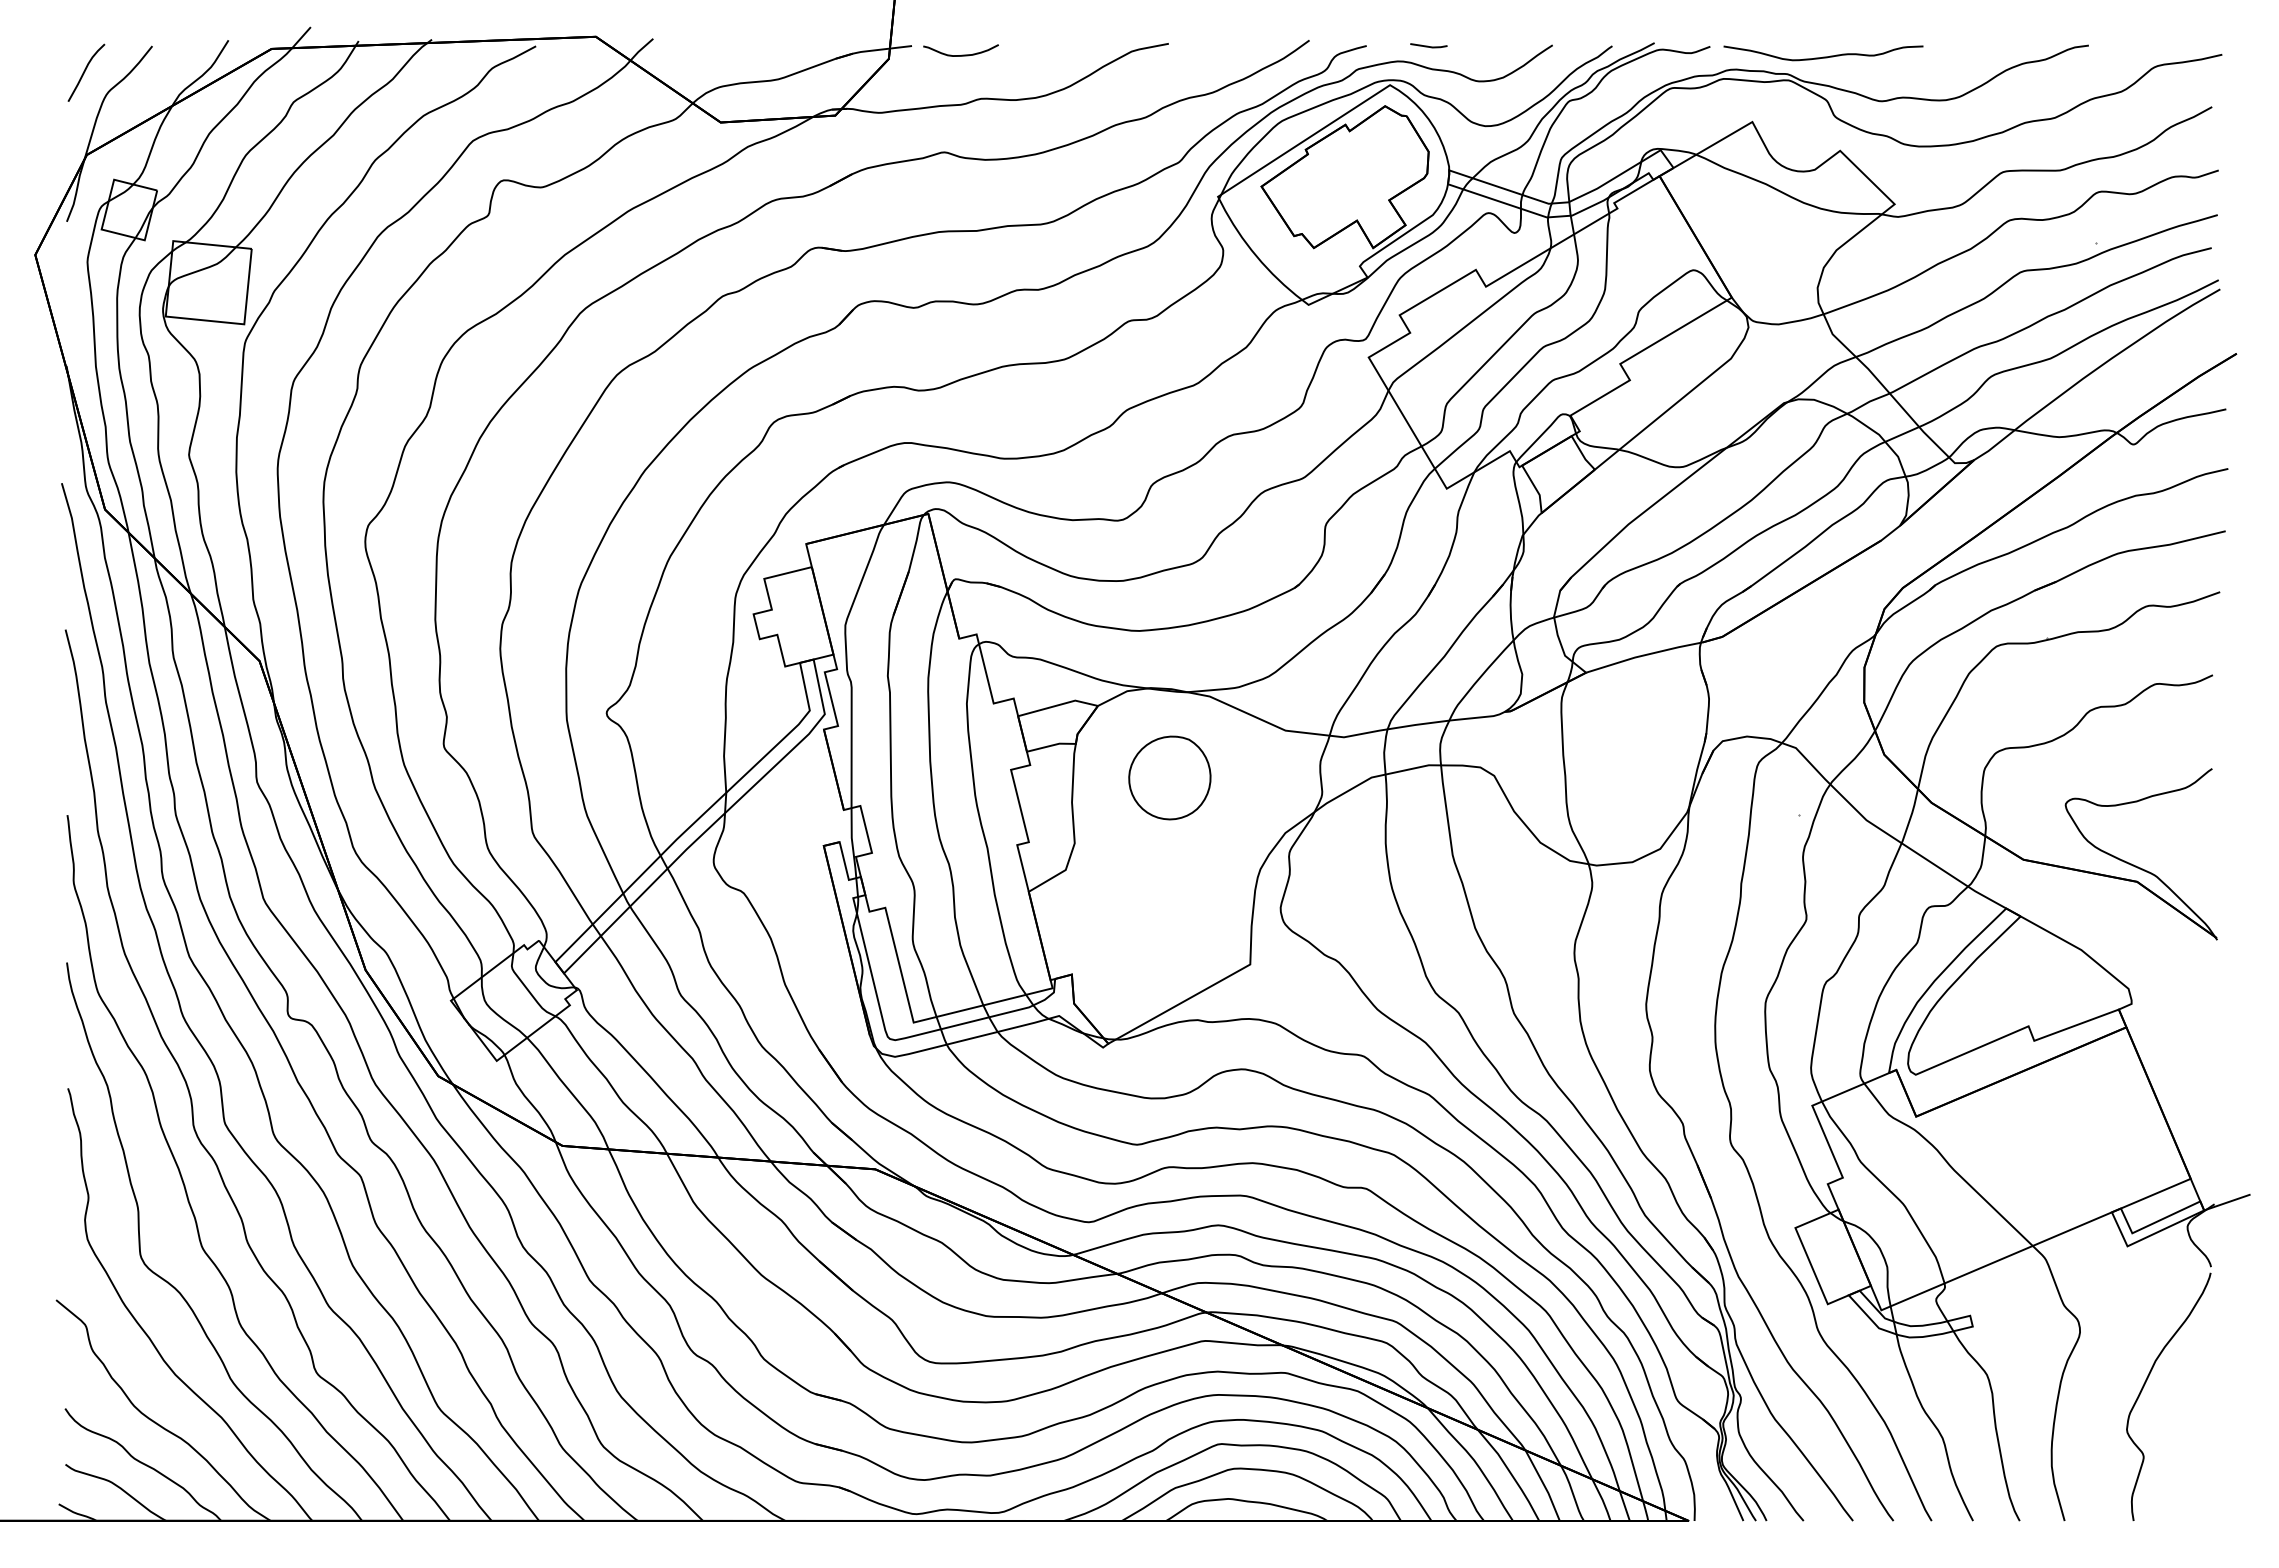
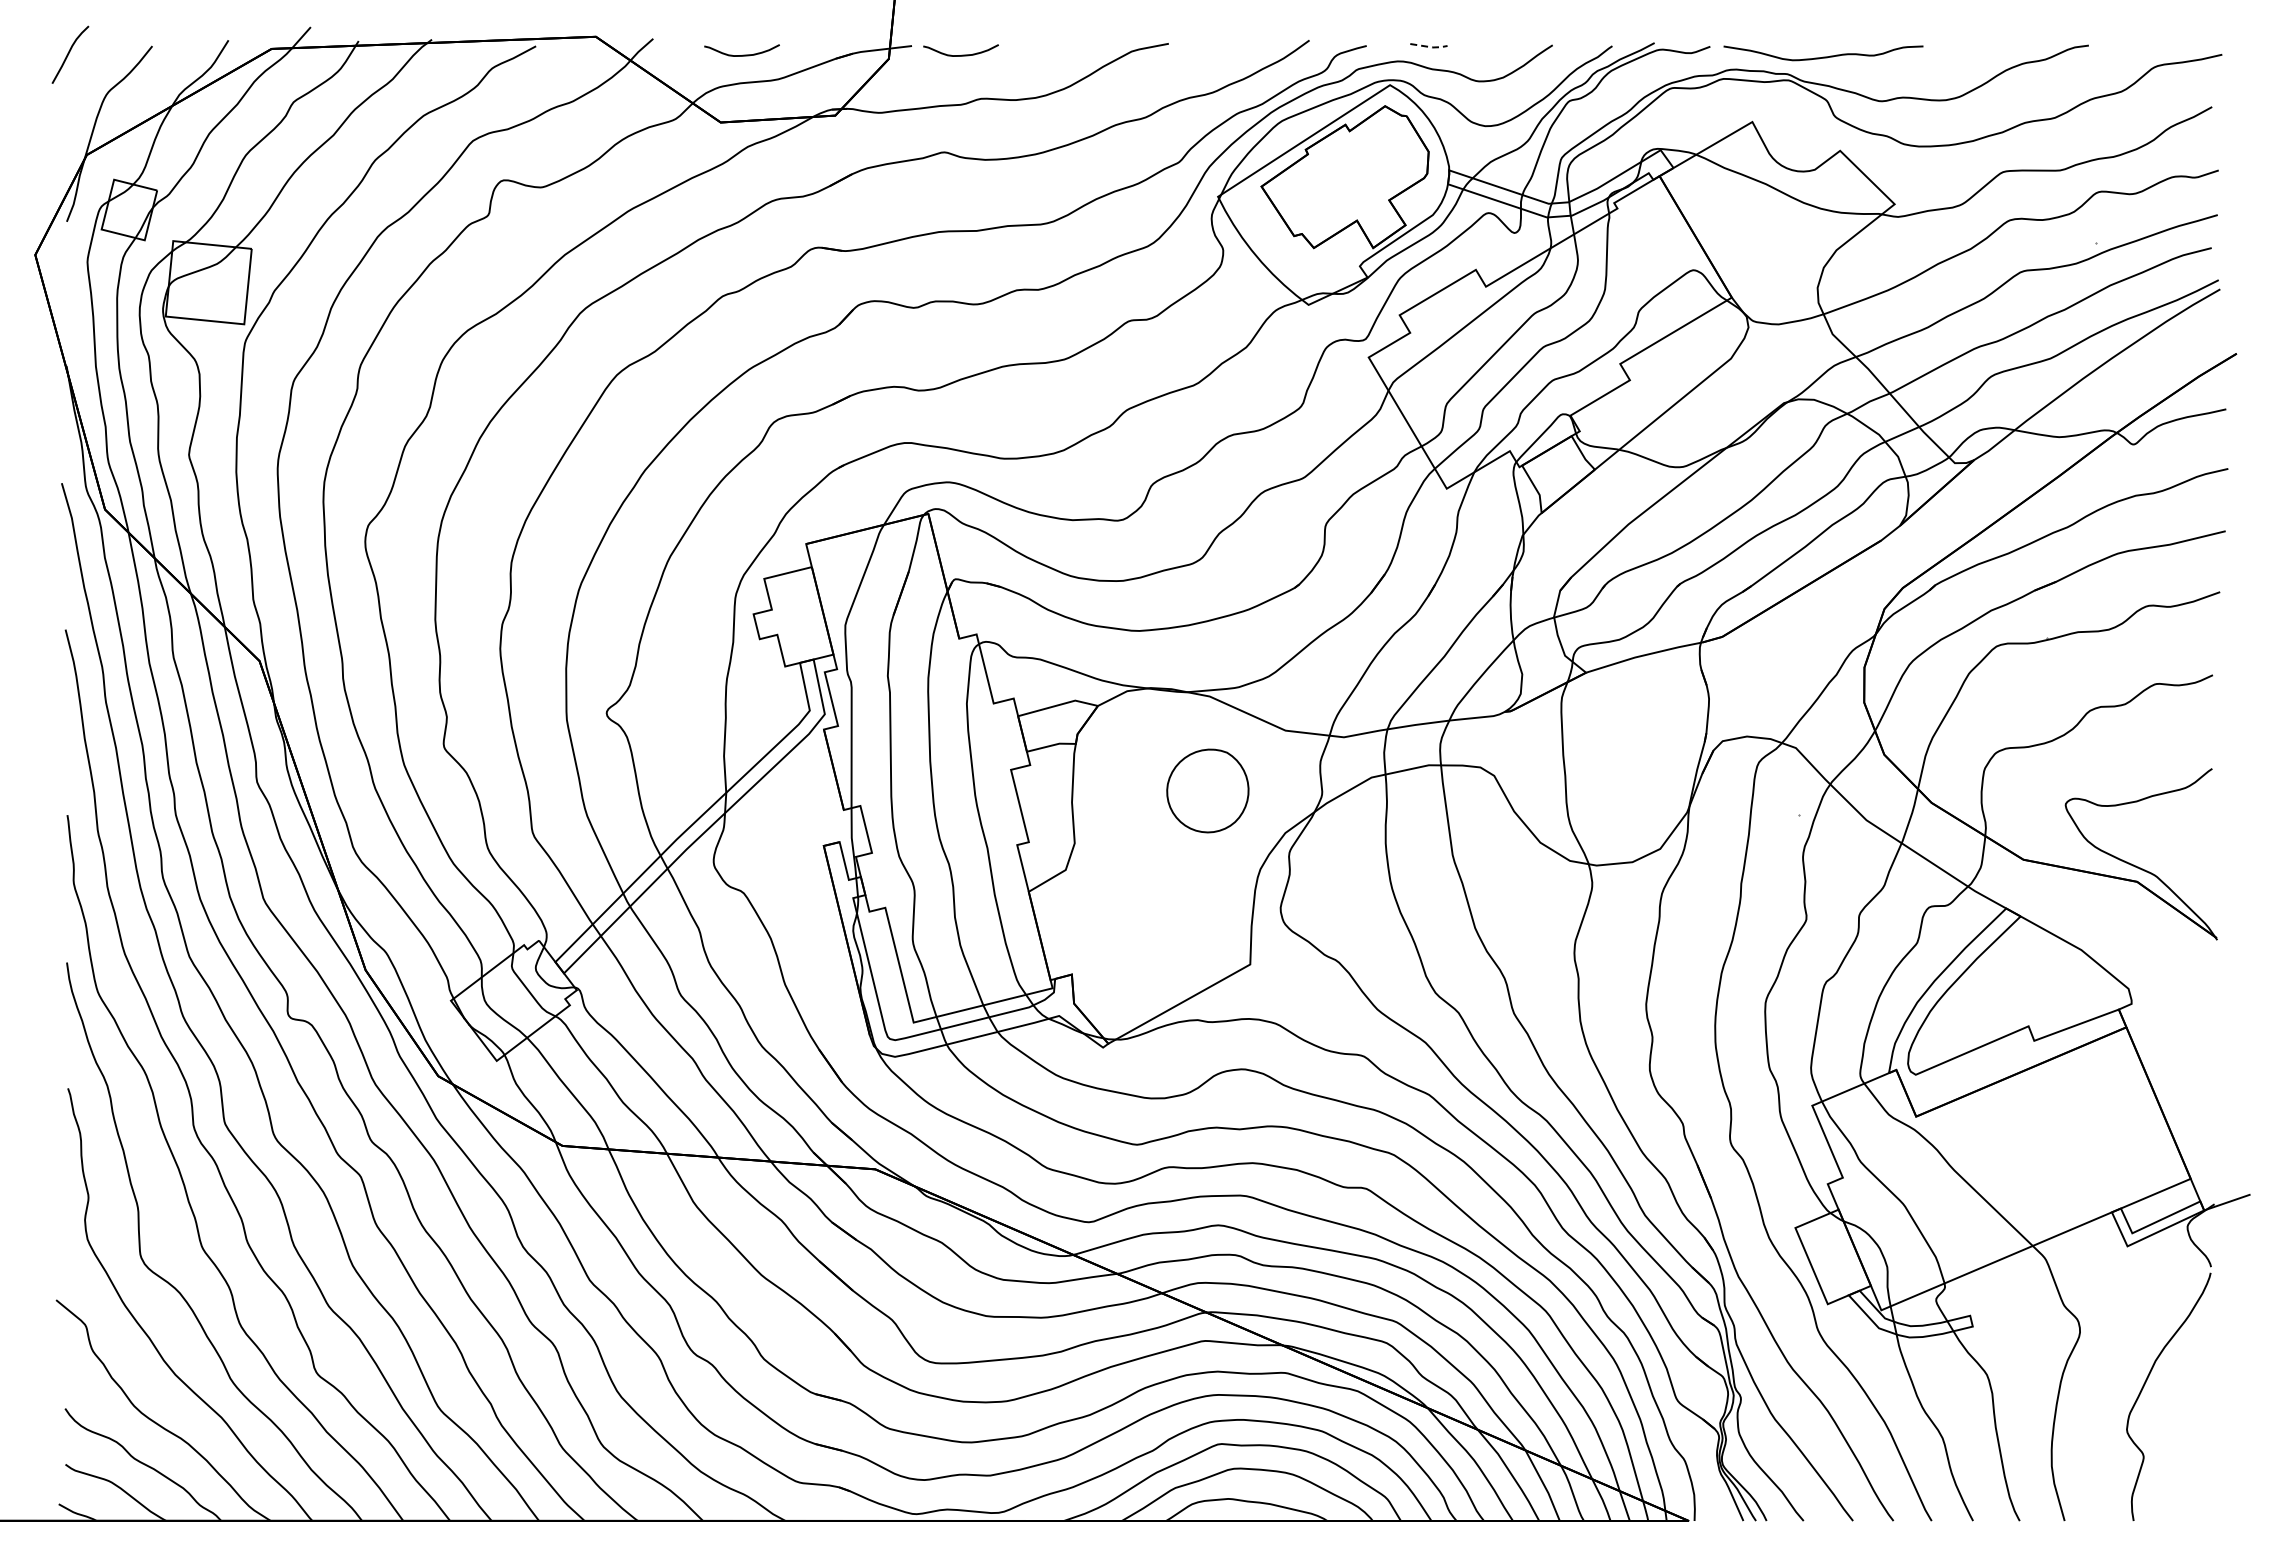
line at (1430, 47): solid -> dashed
curve at (742, 54): none -> present
curve at (85, 71) position: (85, 71) -> (69, 53)
part at (1169, 777) position: (1169, 777) -> (1207, 790)
